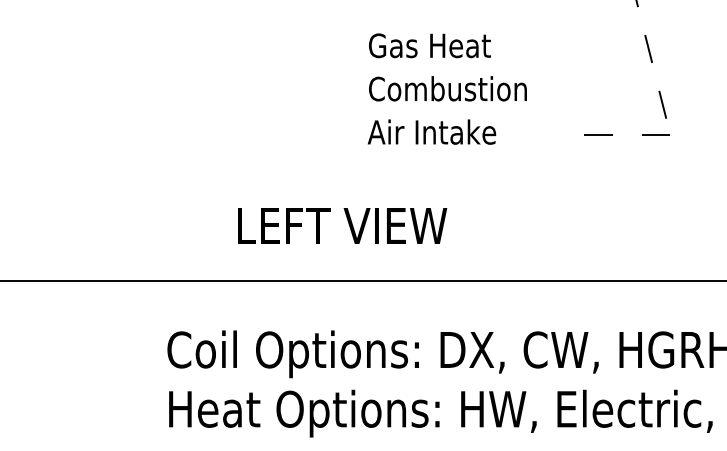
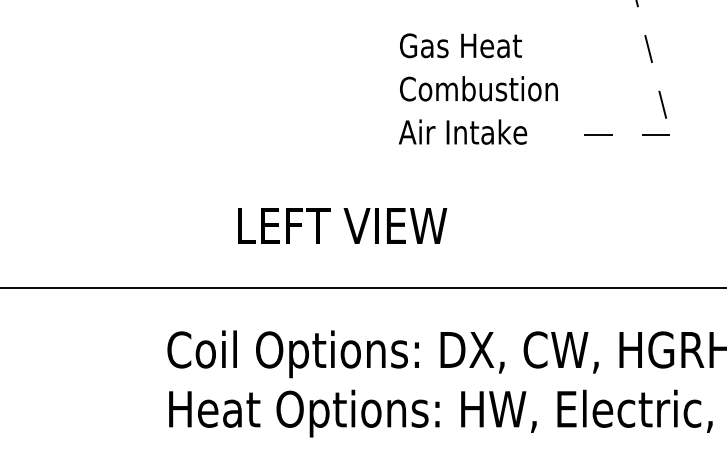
text at (446, 88) position: (446, 88) -> (477, 88)
line at (362, 281) position: (362, 281) -> (362, 288)
